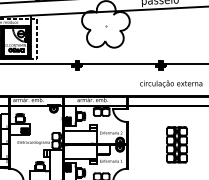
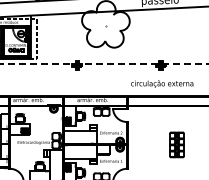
line at (104, 63): solid -> dashed
text at (171, 83) position: (171, 83) -> (162, 83)
part at (176, 144) size: 22x38 px -> 16x28 px
